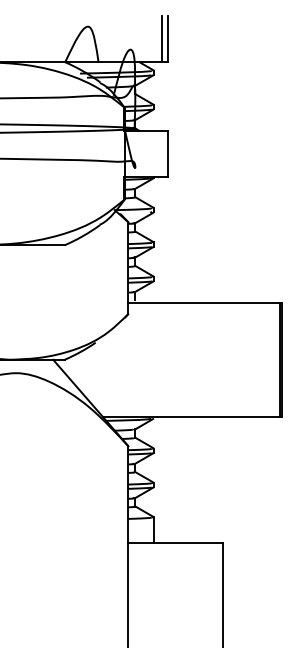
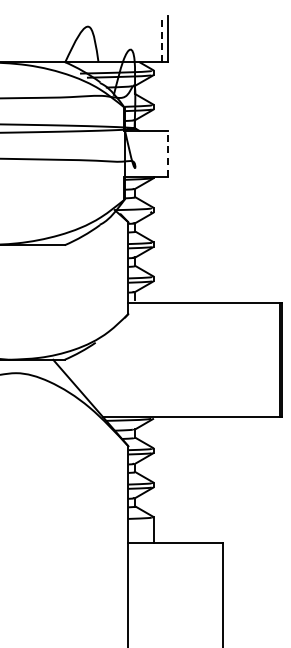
line at (162, 39): solid -> dashed
line at (167, 153): solid -> dashed
